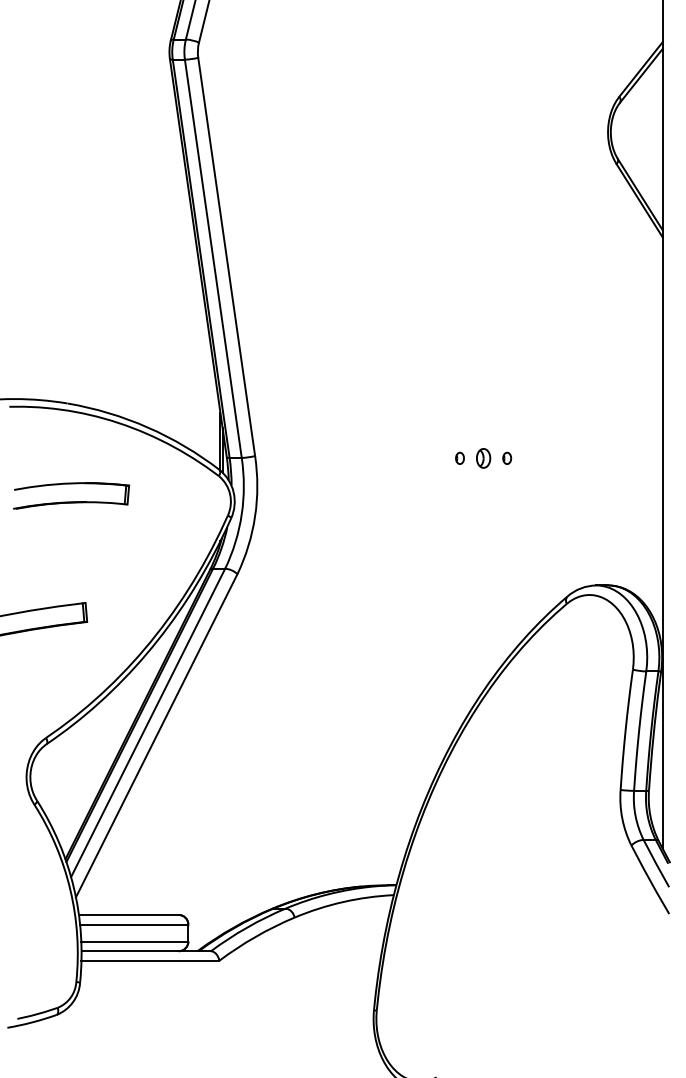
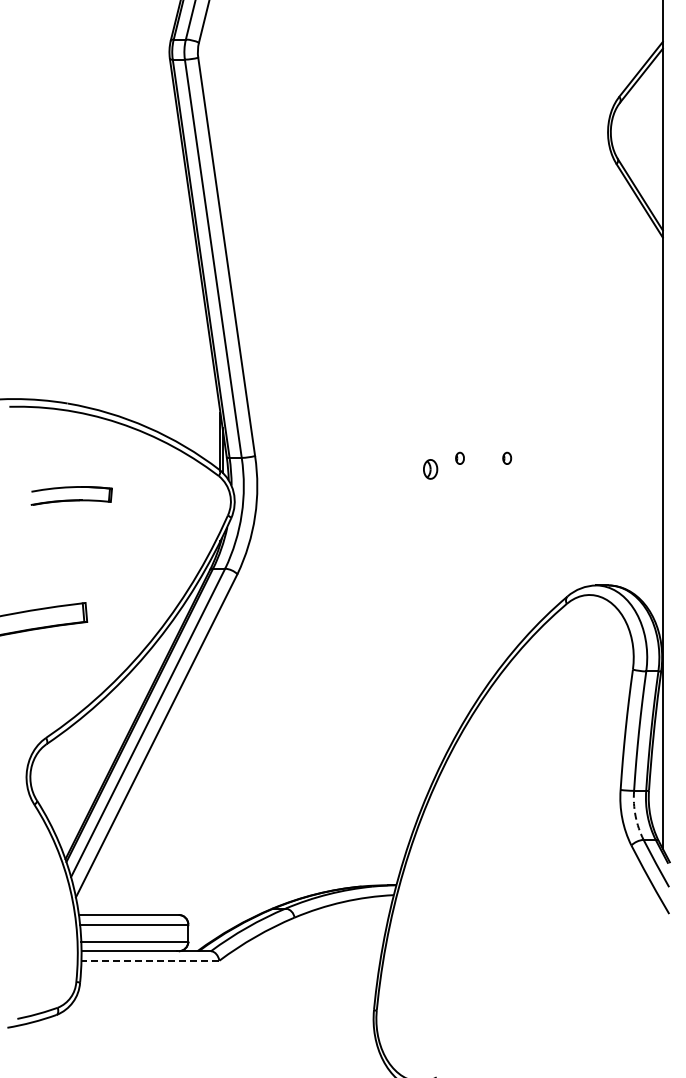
part at (483, 458) position: (483, 458) -> (430, 469)
part at (71, 495) size: 118x28 px -> 83x20 px
arc at (635, 816): solid -> dashed
line at (149, 960): solid -> dashed
